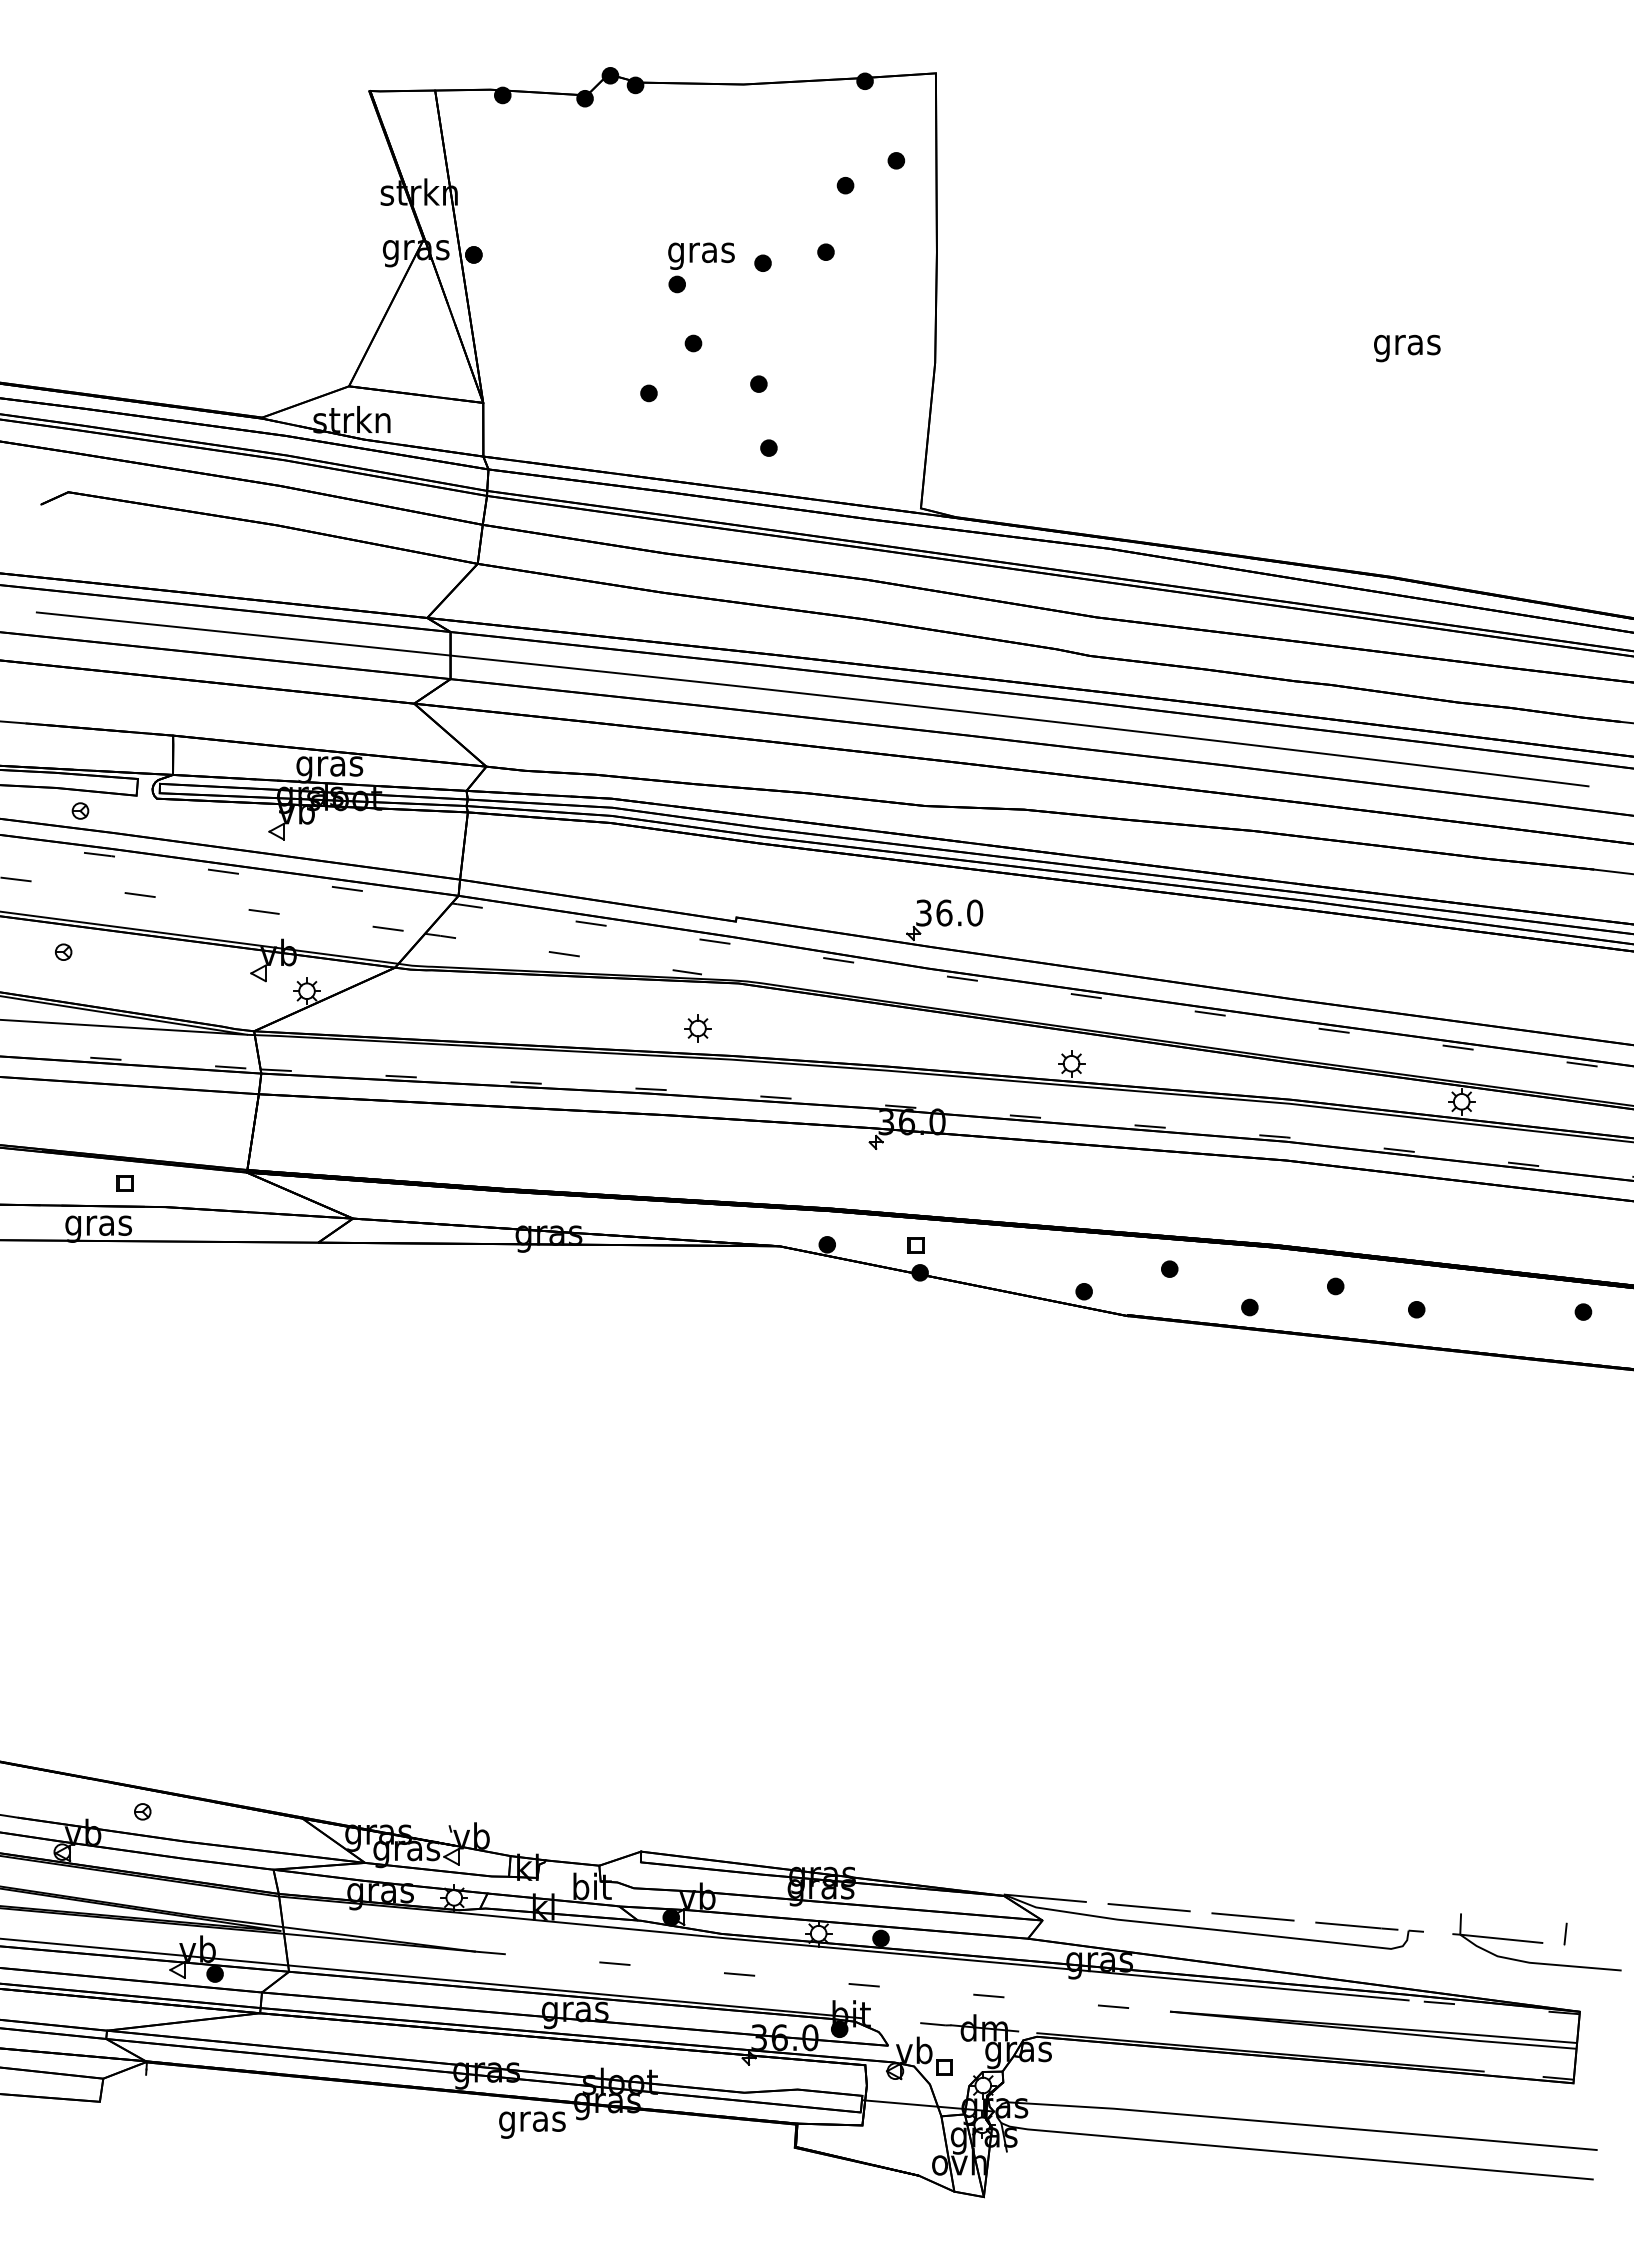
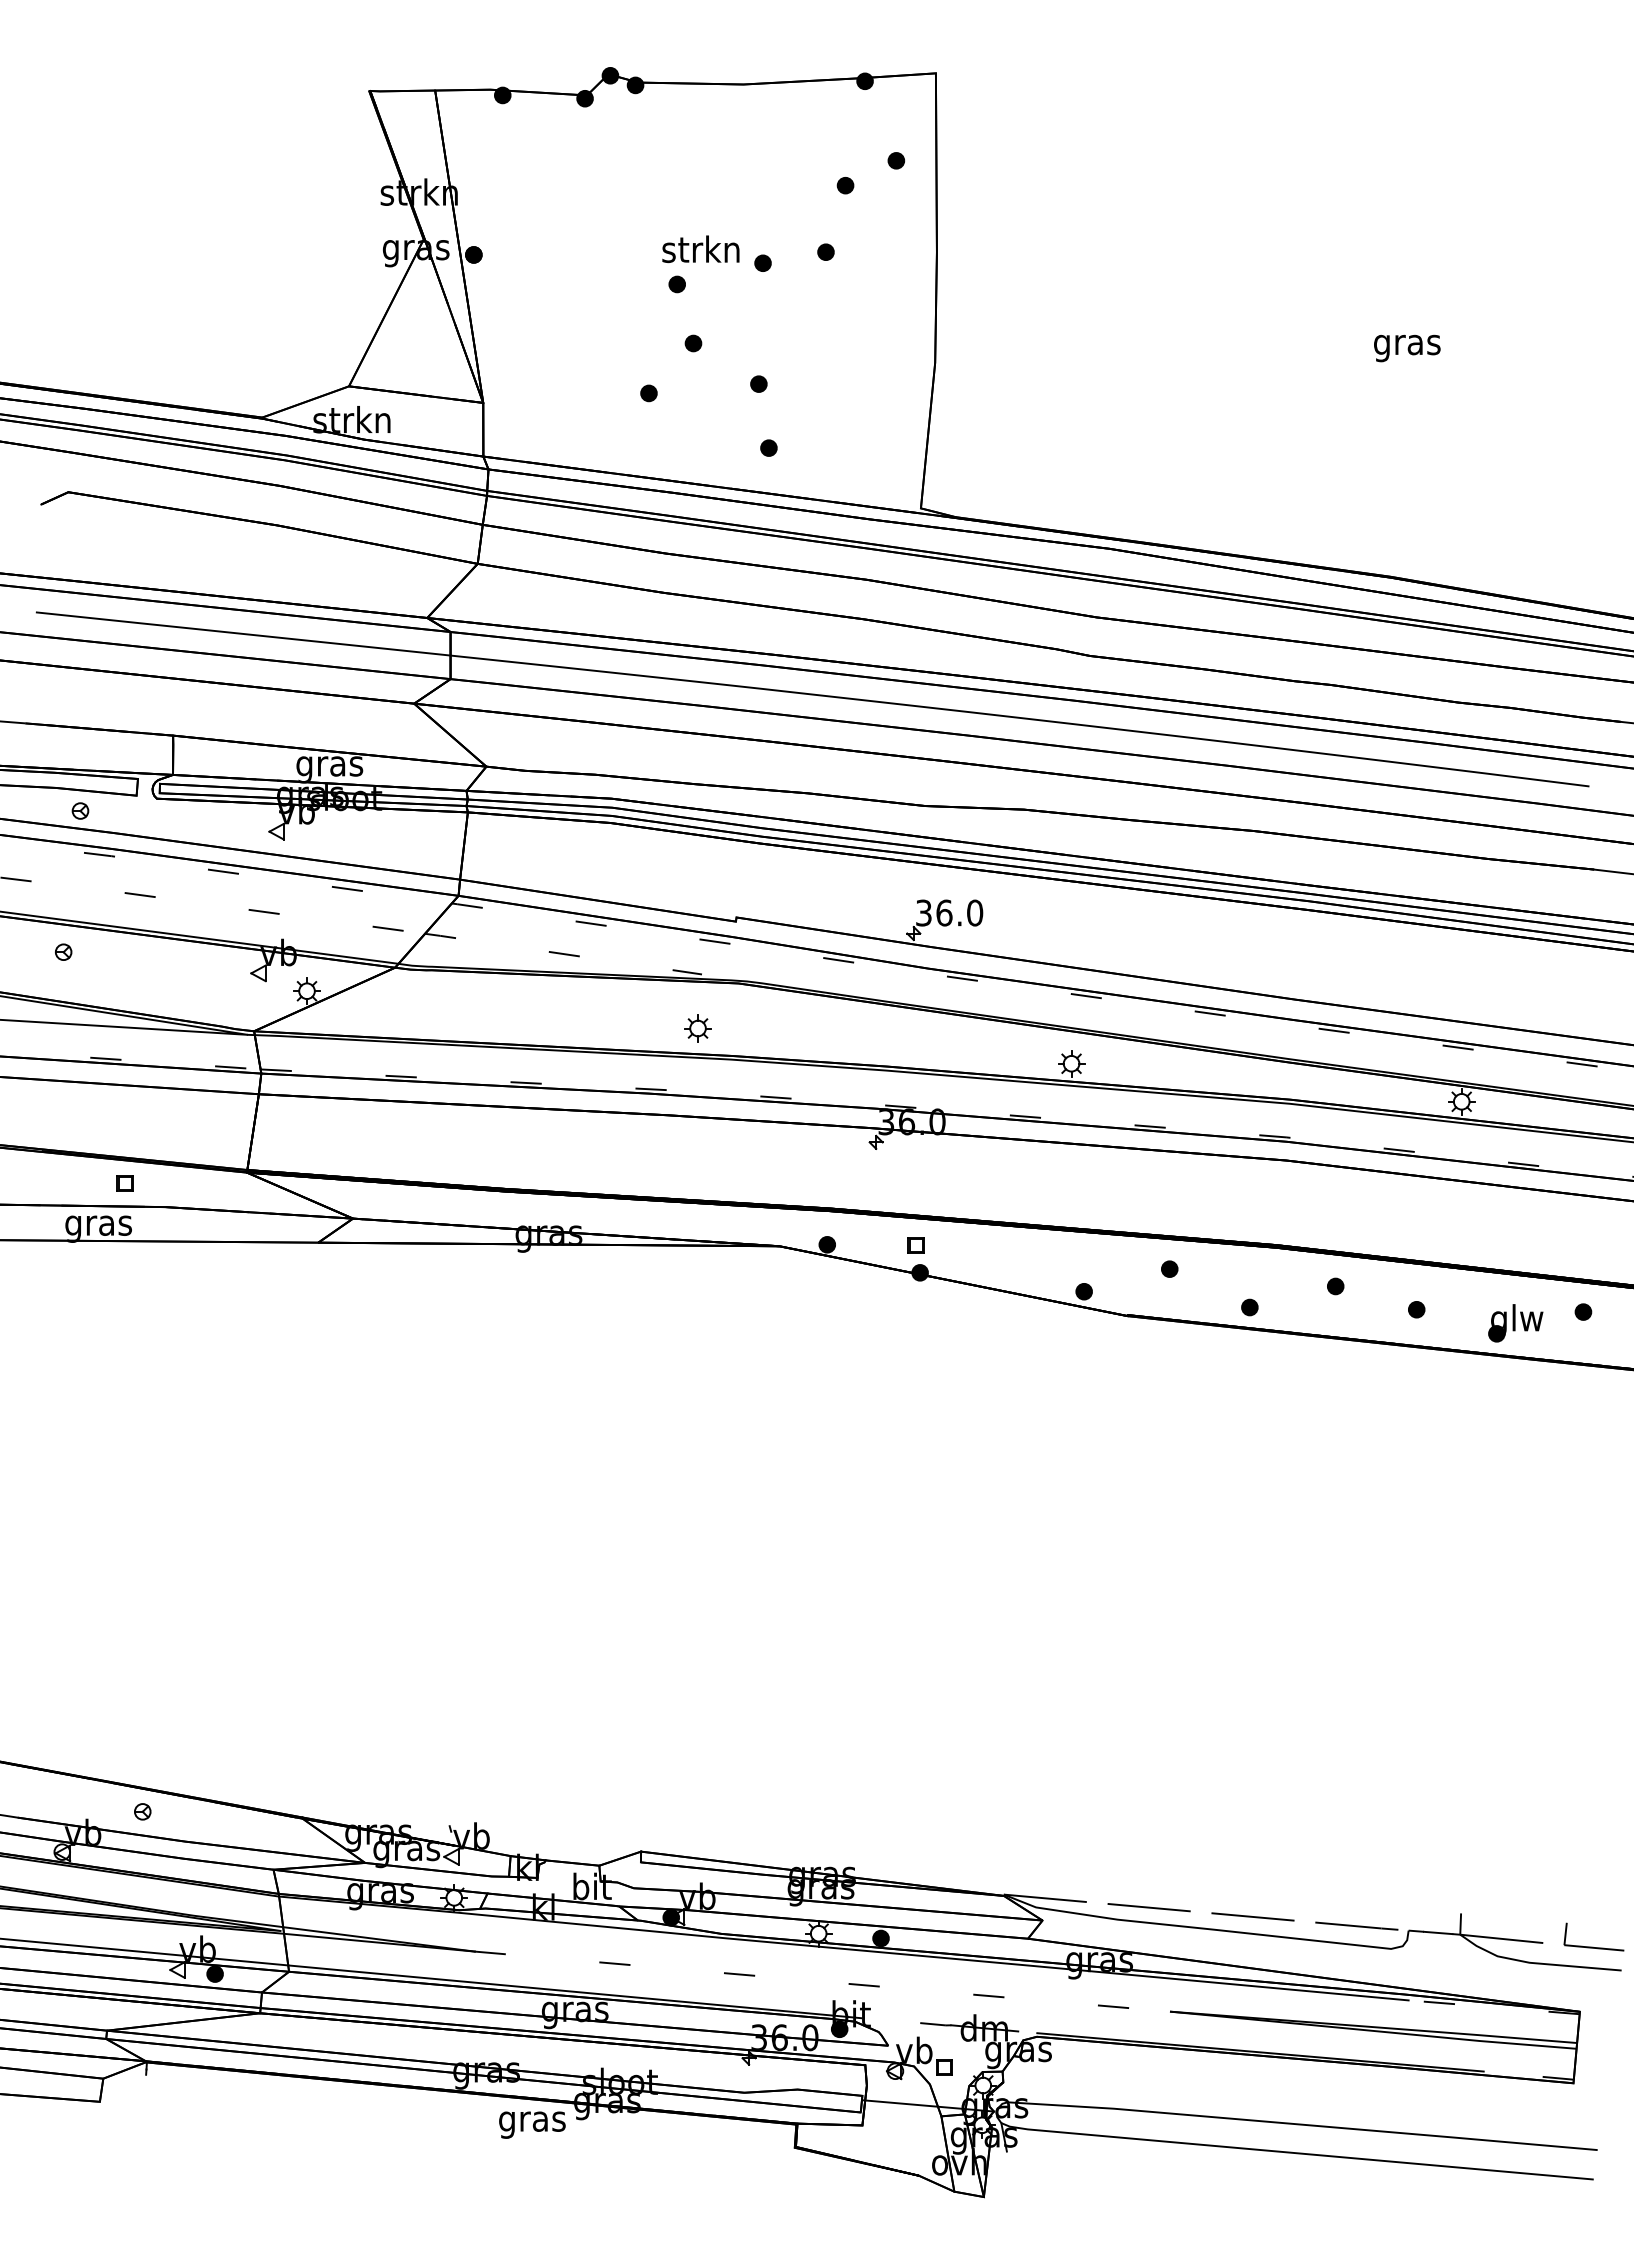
text at (700, 252): gras -> strkn
part at (1515, 1323): none -> present
line at (1437, 1932): none -> present
line at (1594, 1947): none -> present
